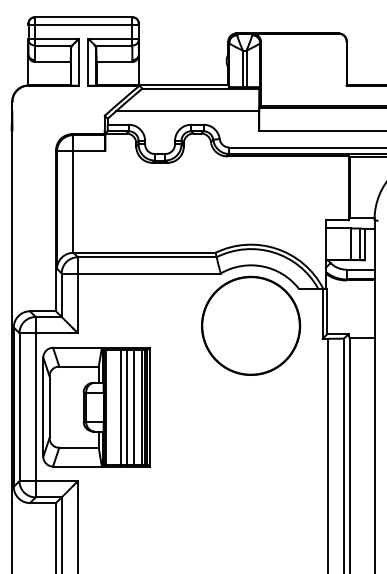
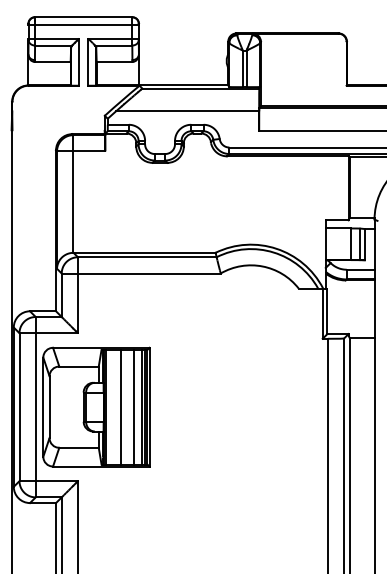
circle at (251, 325): present -> none
line at (127, 406): present -> none
